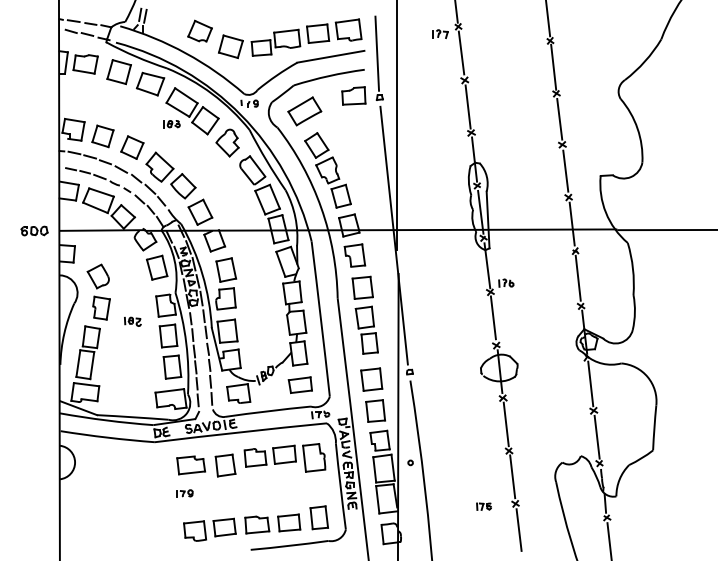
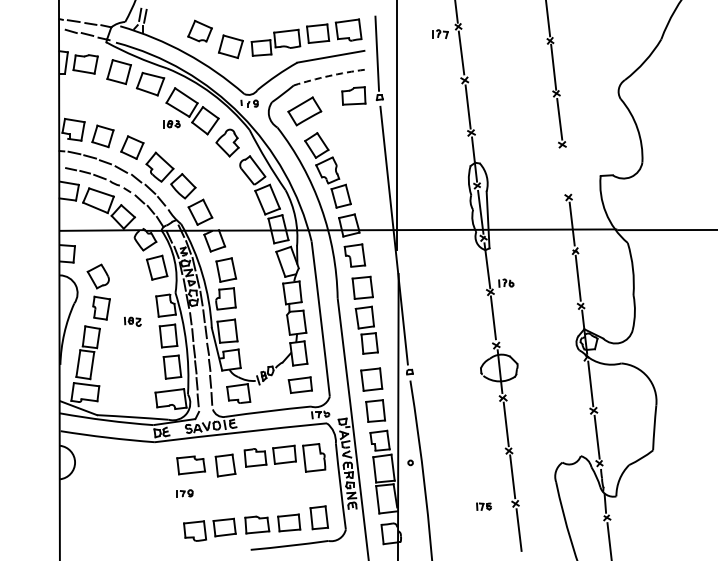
arc at (328, 76): solid -> dashed
line at (565, 170): present -> none
part at (34, 230): present -> none
